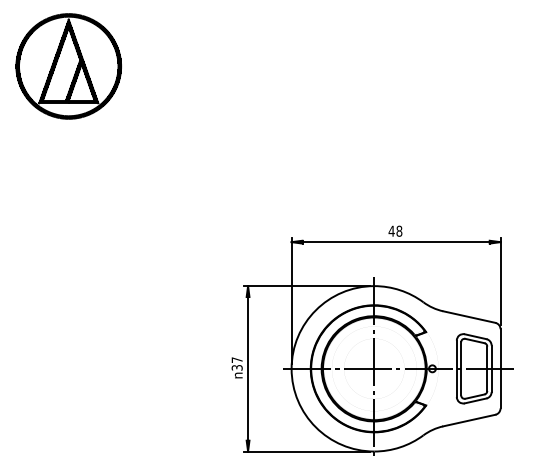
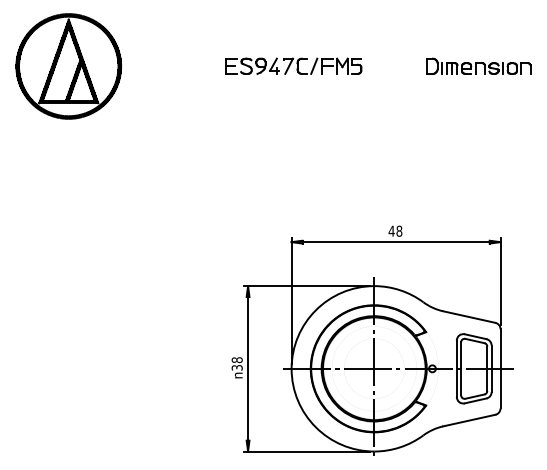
part at (293, 65): none -> present
part at (478, 65): none -> present
text at (236, 360): 37 -> 38
